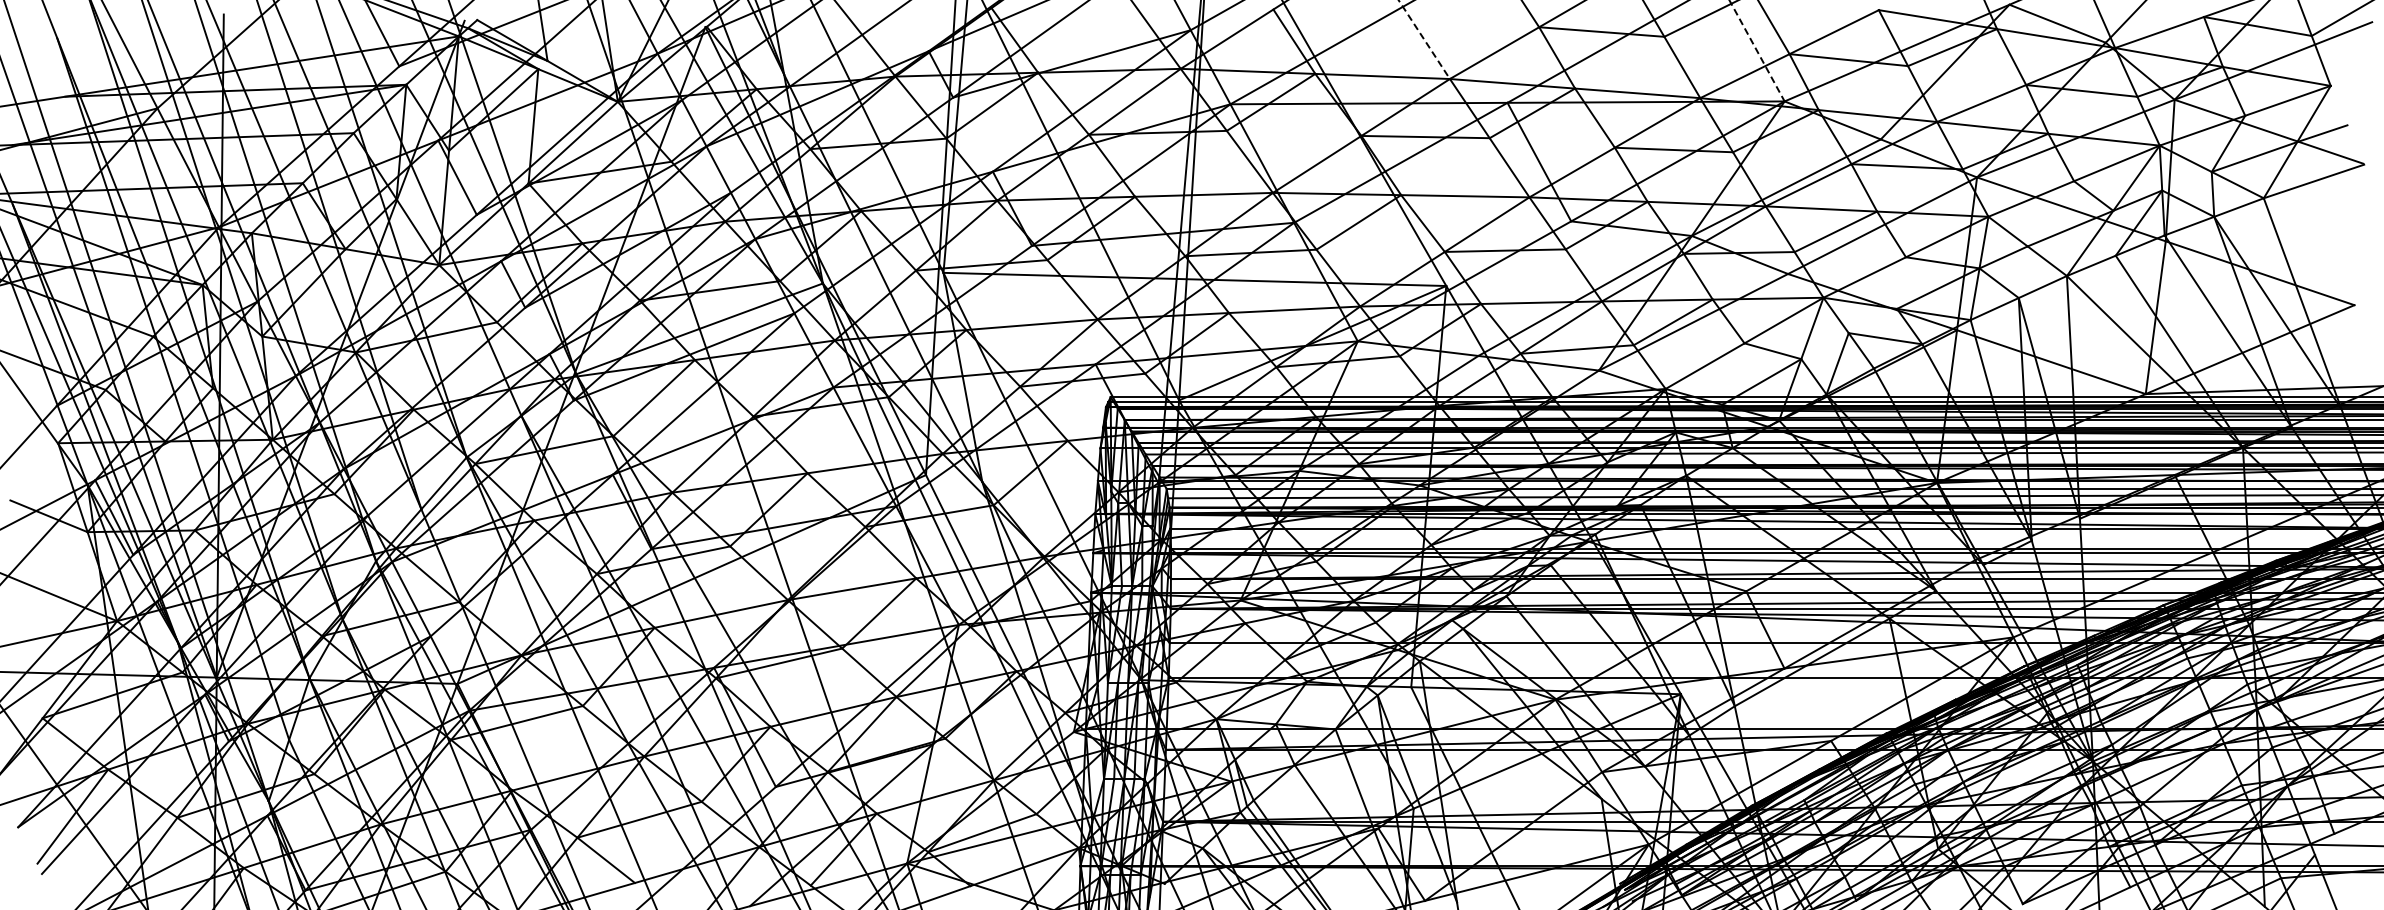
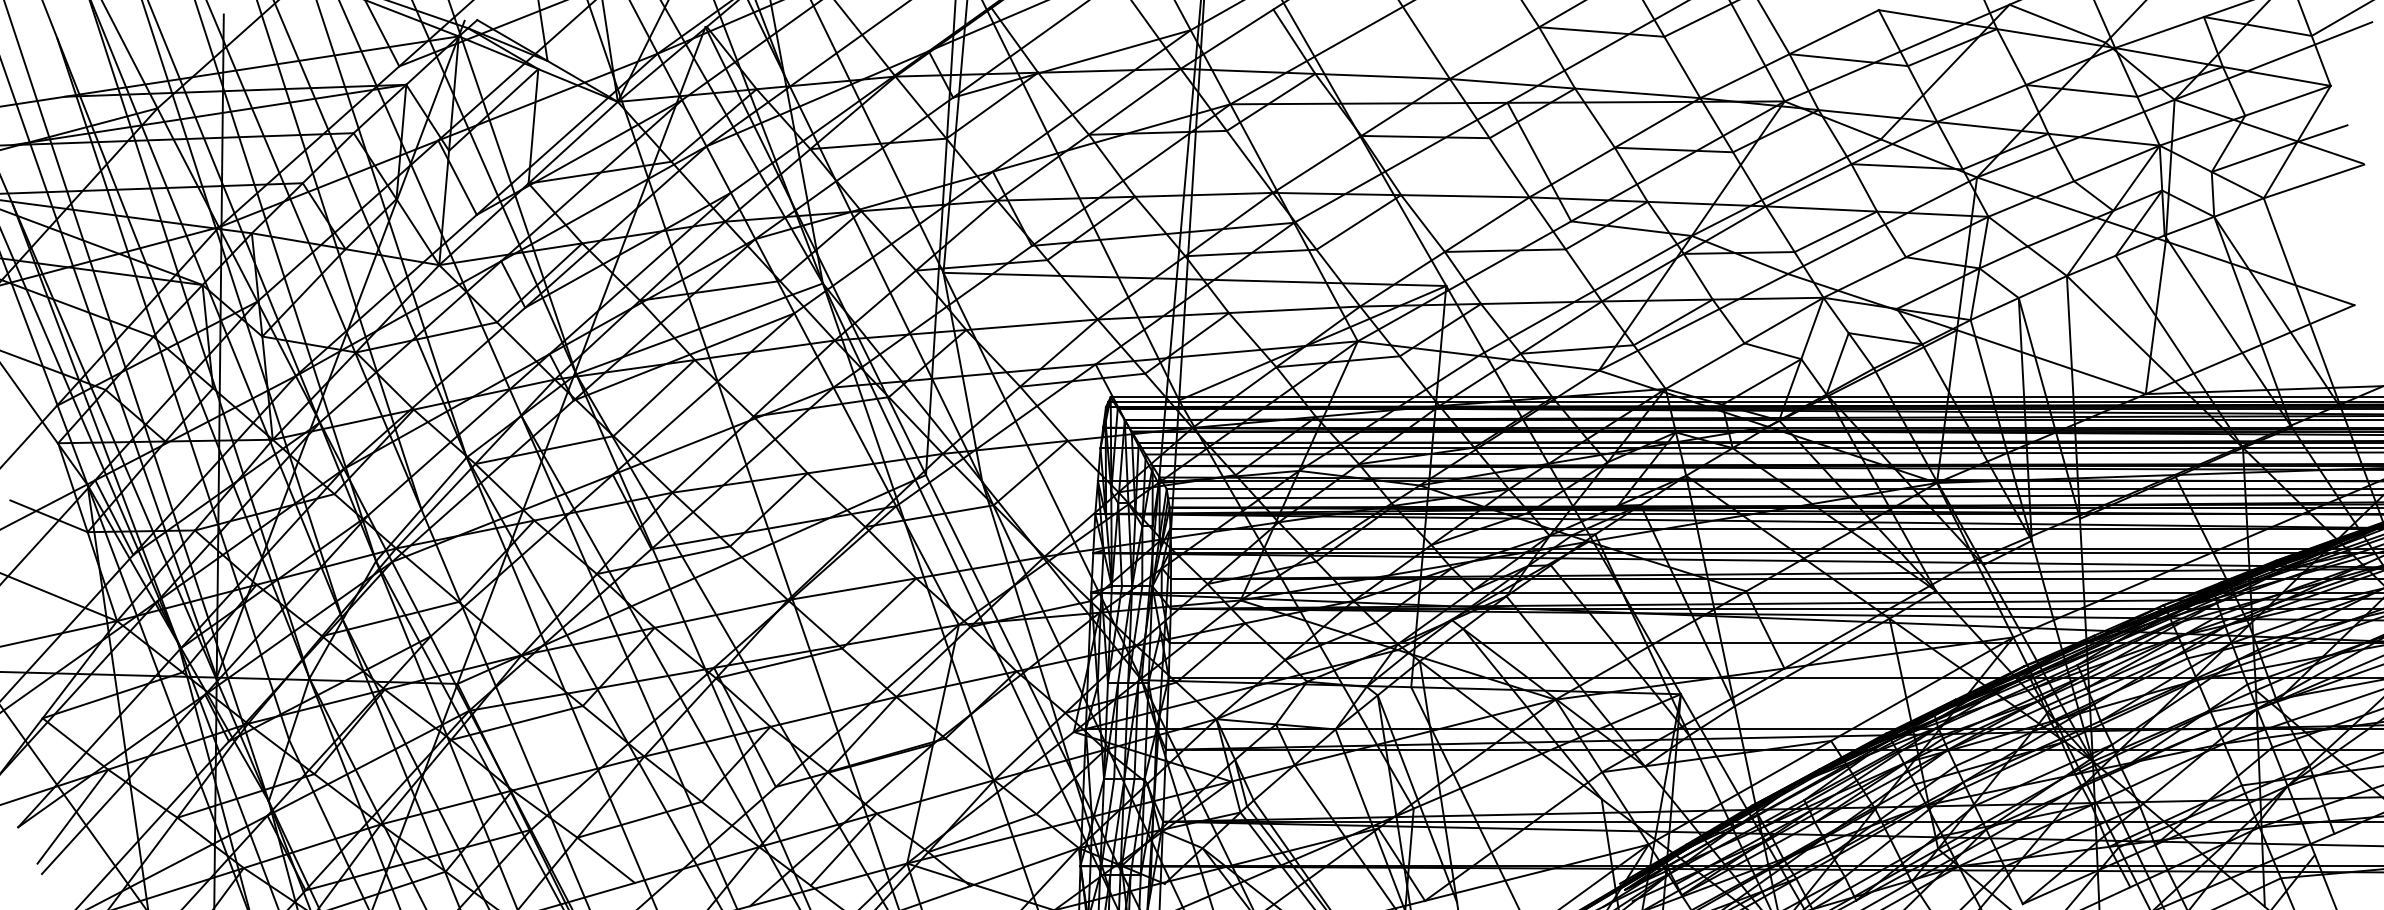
line at (1424, 39): dashed -> solid
line at (1757, 51): dashed -> solid
